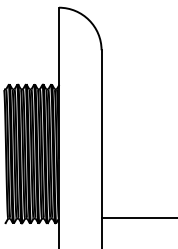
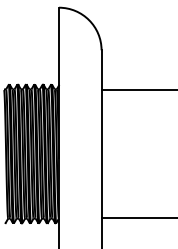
line at (137, 90): none -> present
